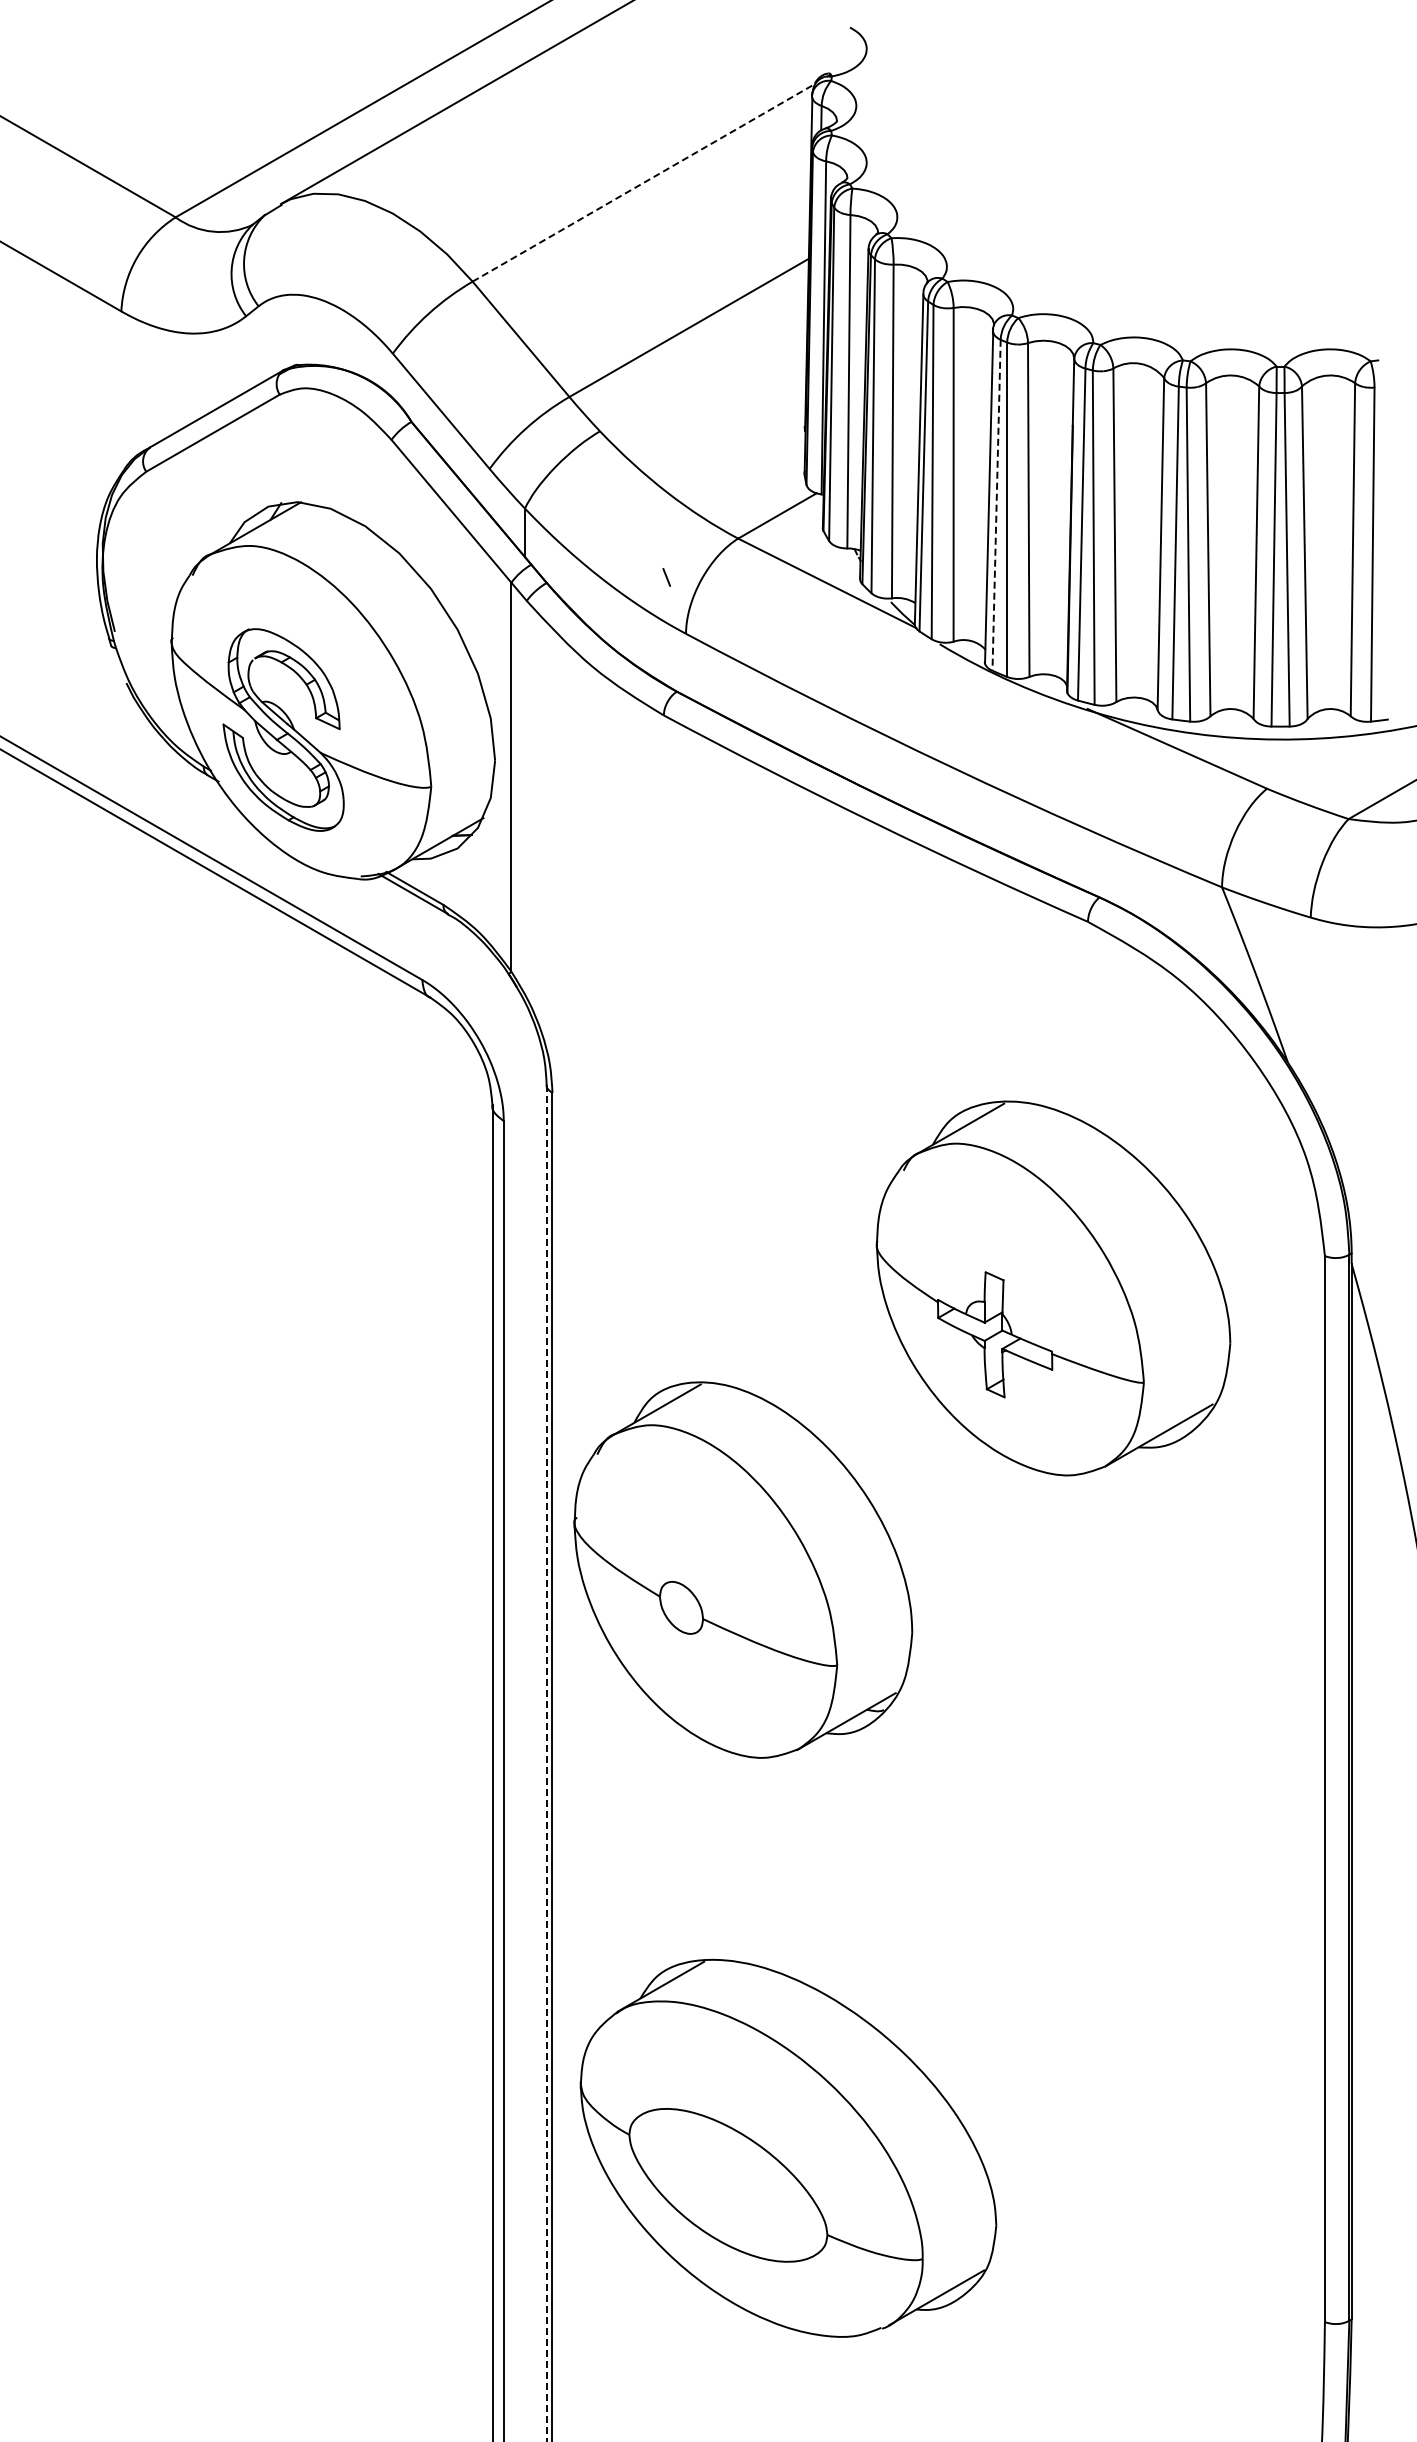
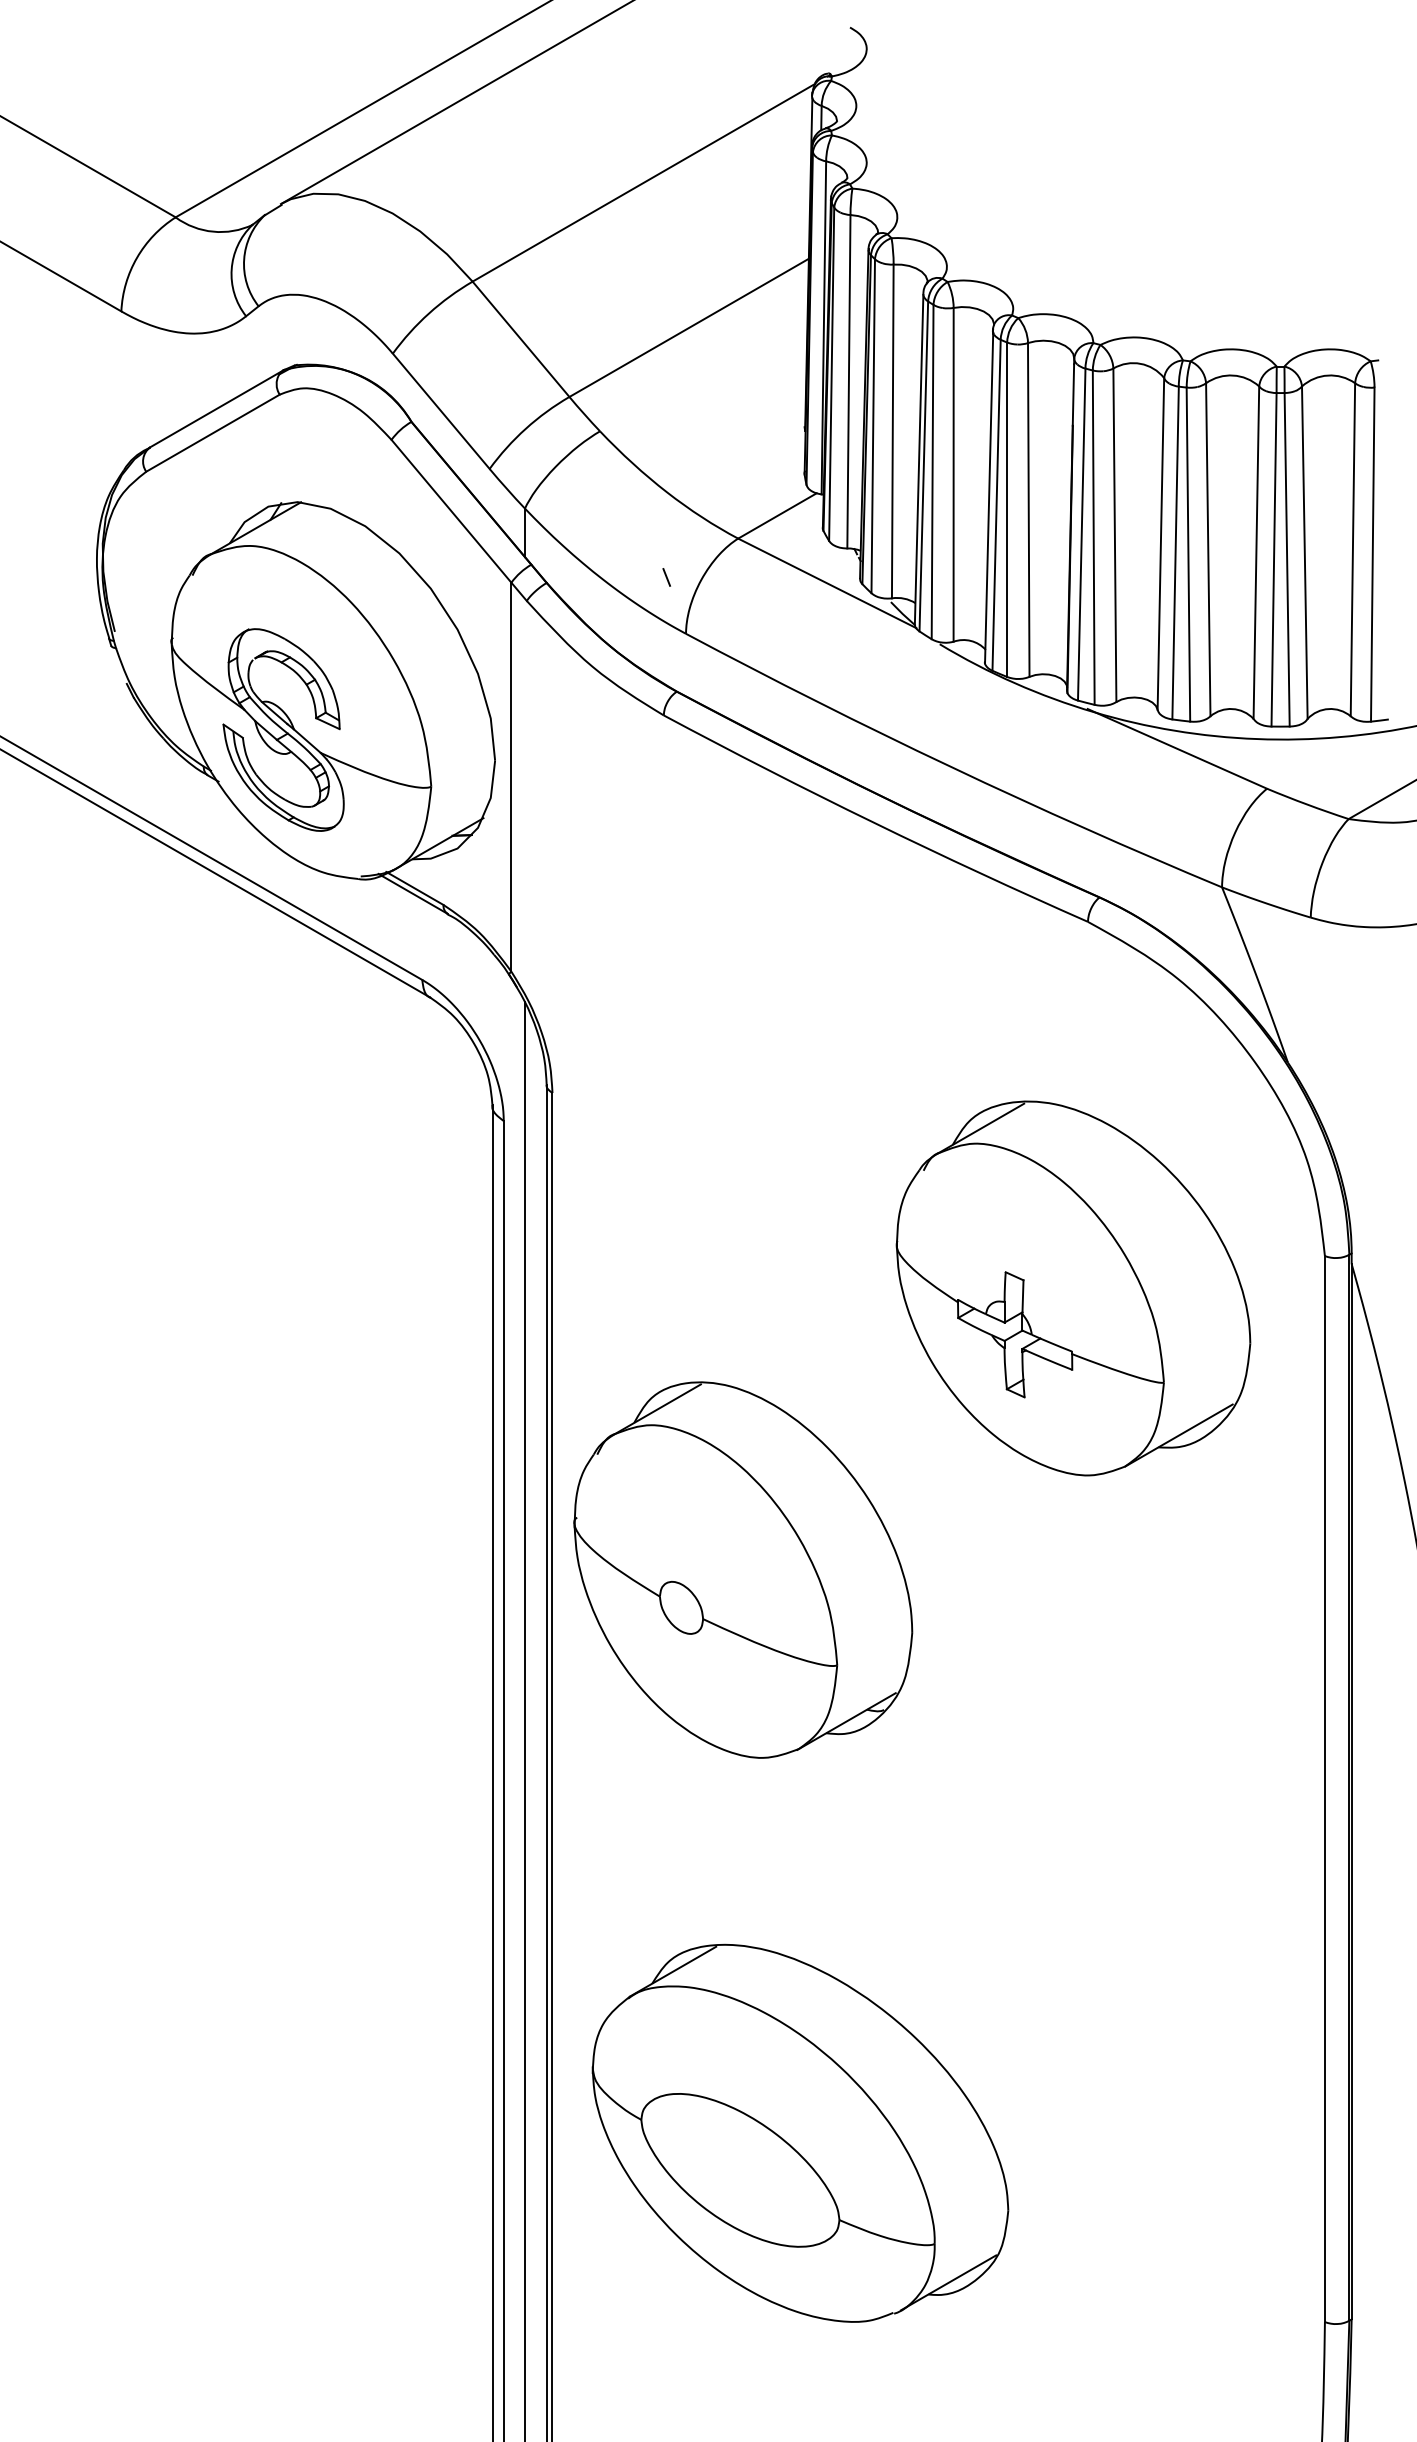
line at (643, 182): dashed -> solid
line at (996, 505): dashed -> solid
part at (1053, 1288) position: (1053, 1288) -> (1073, 1288)
line at (525, 1720): none -> present
line at (546, 1763): dashed -> solid
part at (788, 2147) position: (788, 2147) -> (800, 2132)
